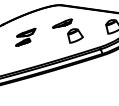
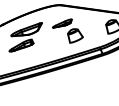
part at (25, 36) size: 22x20 px -> 35x31 px
